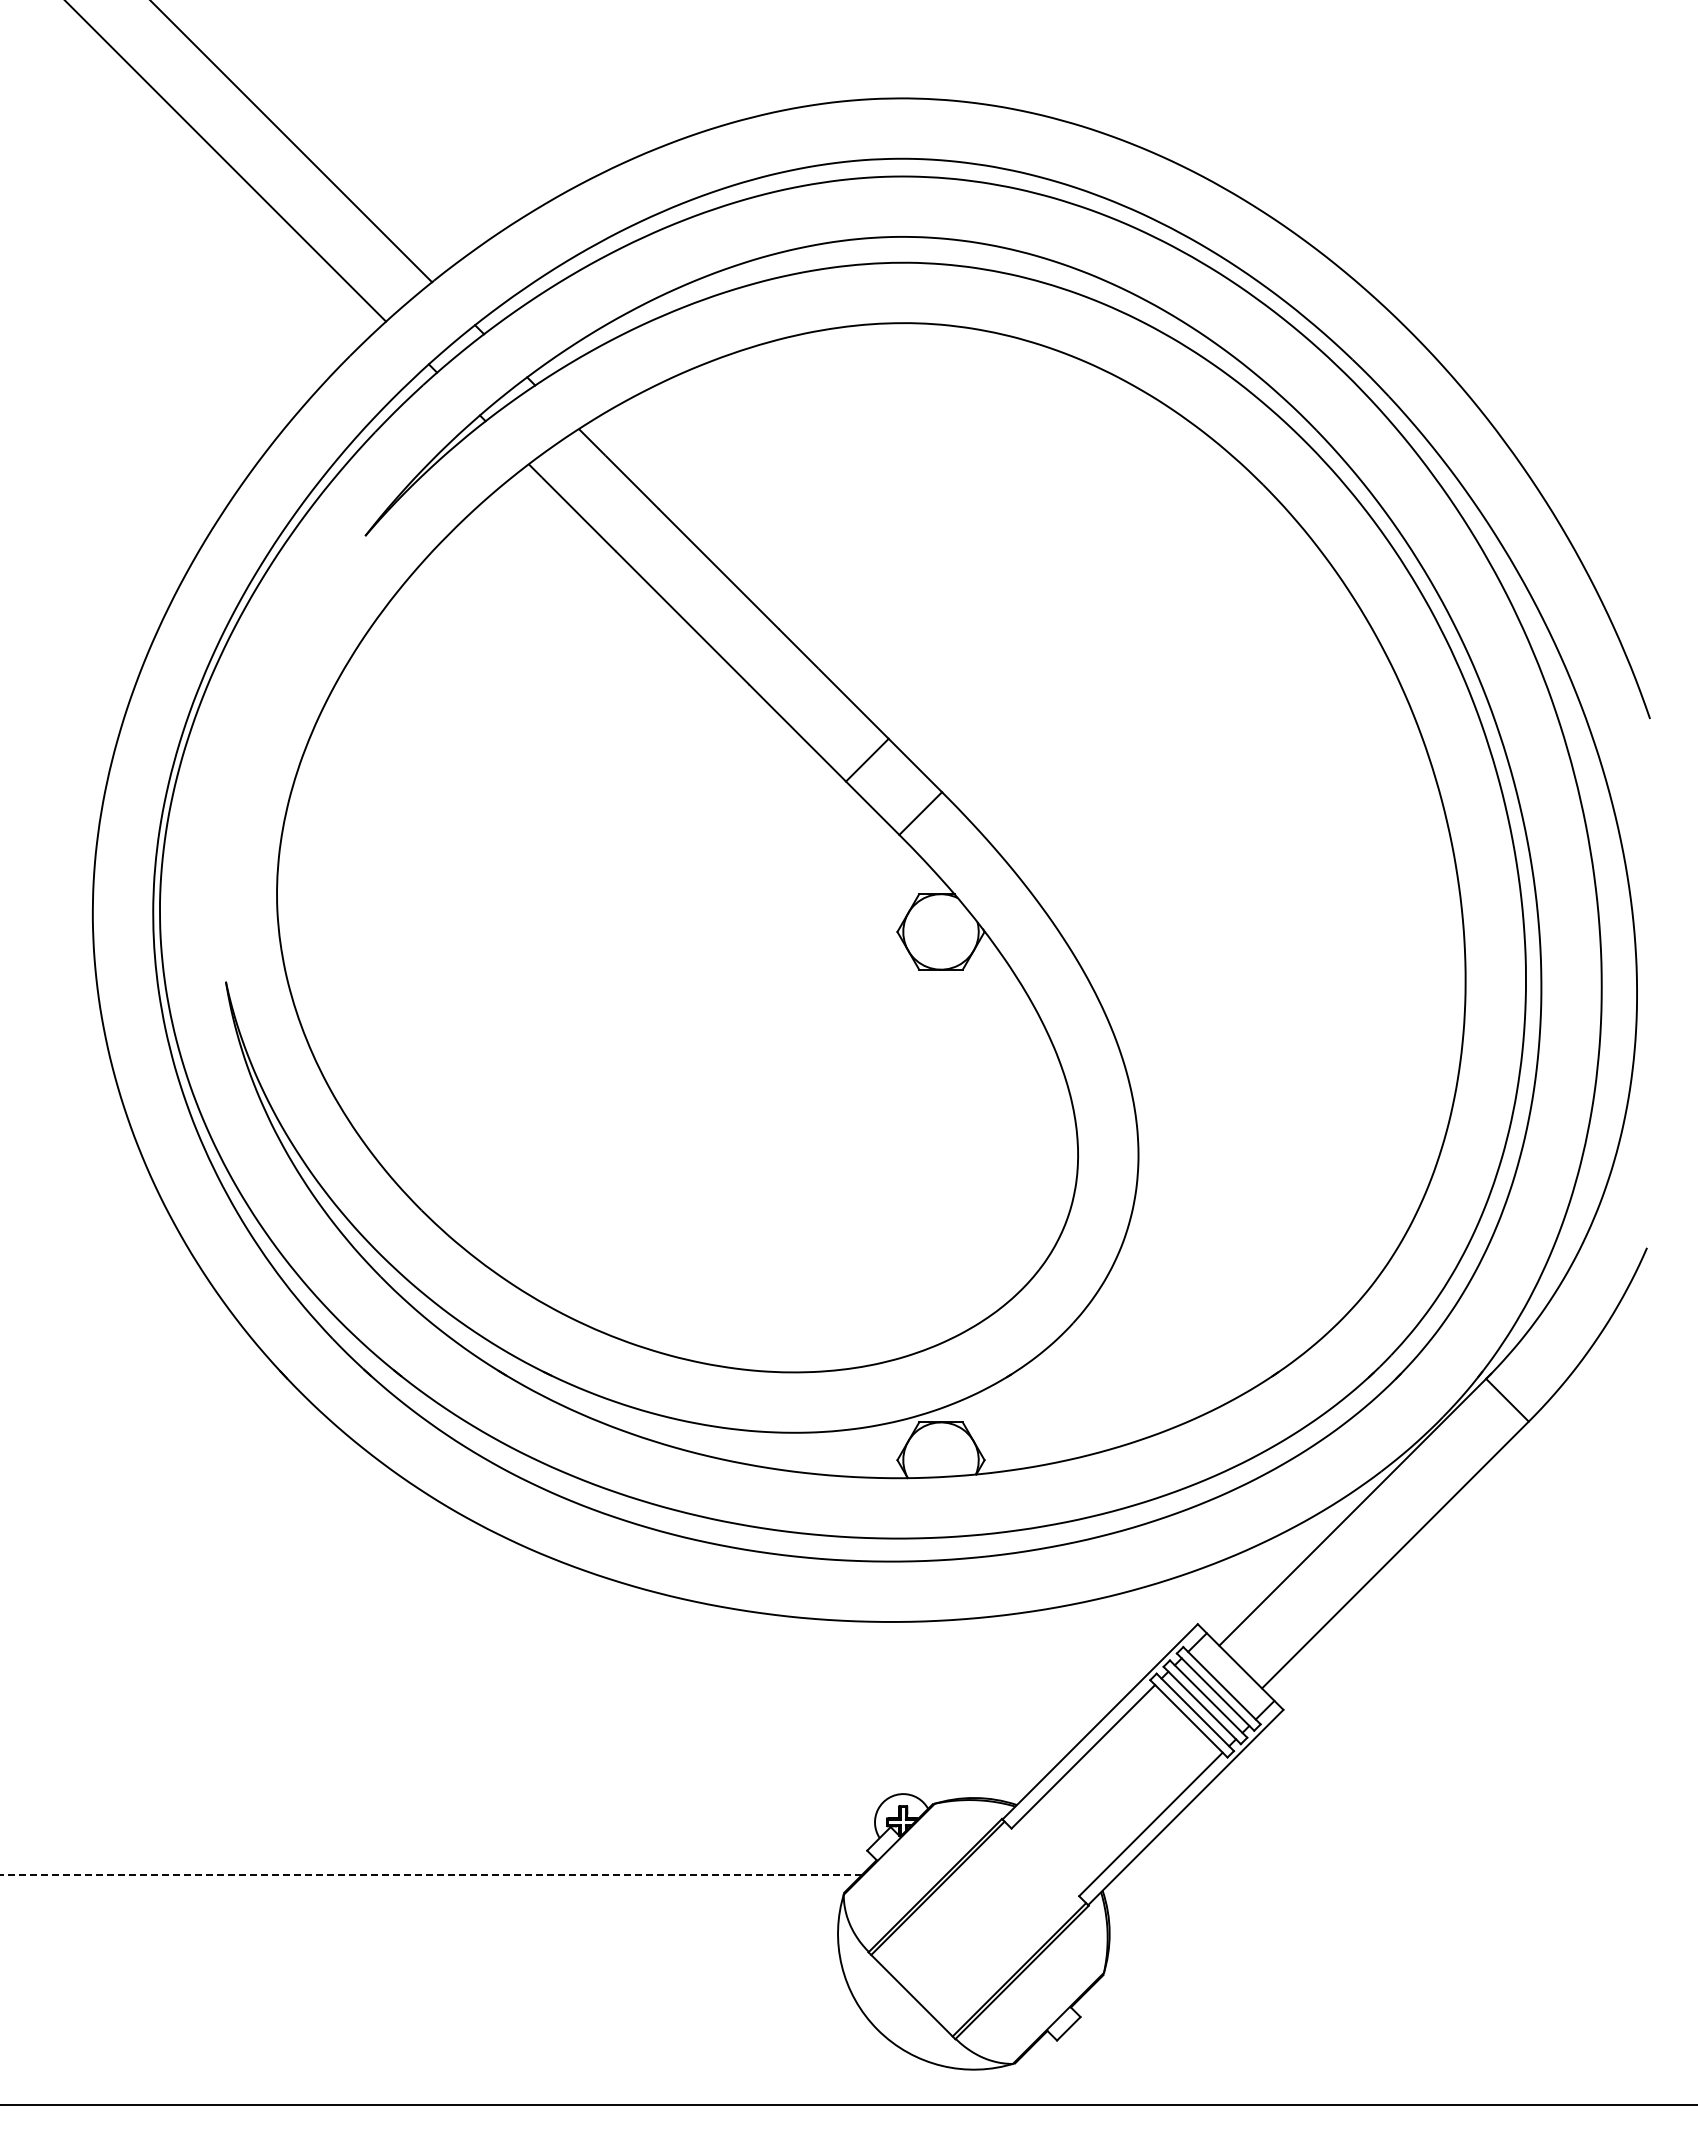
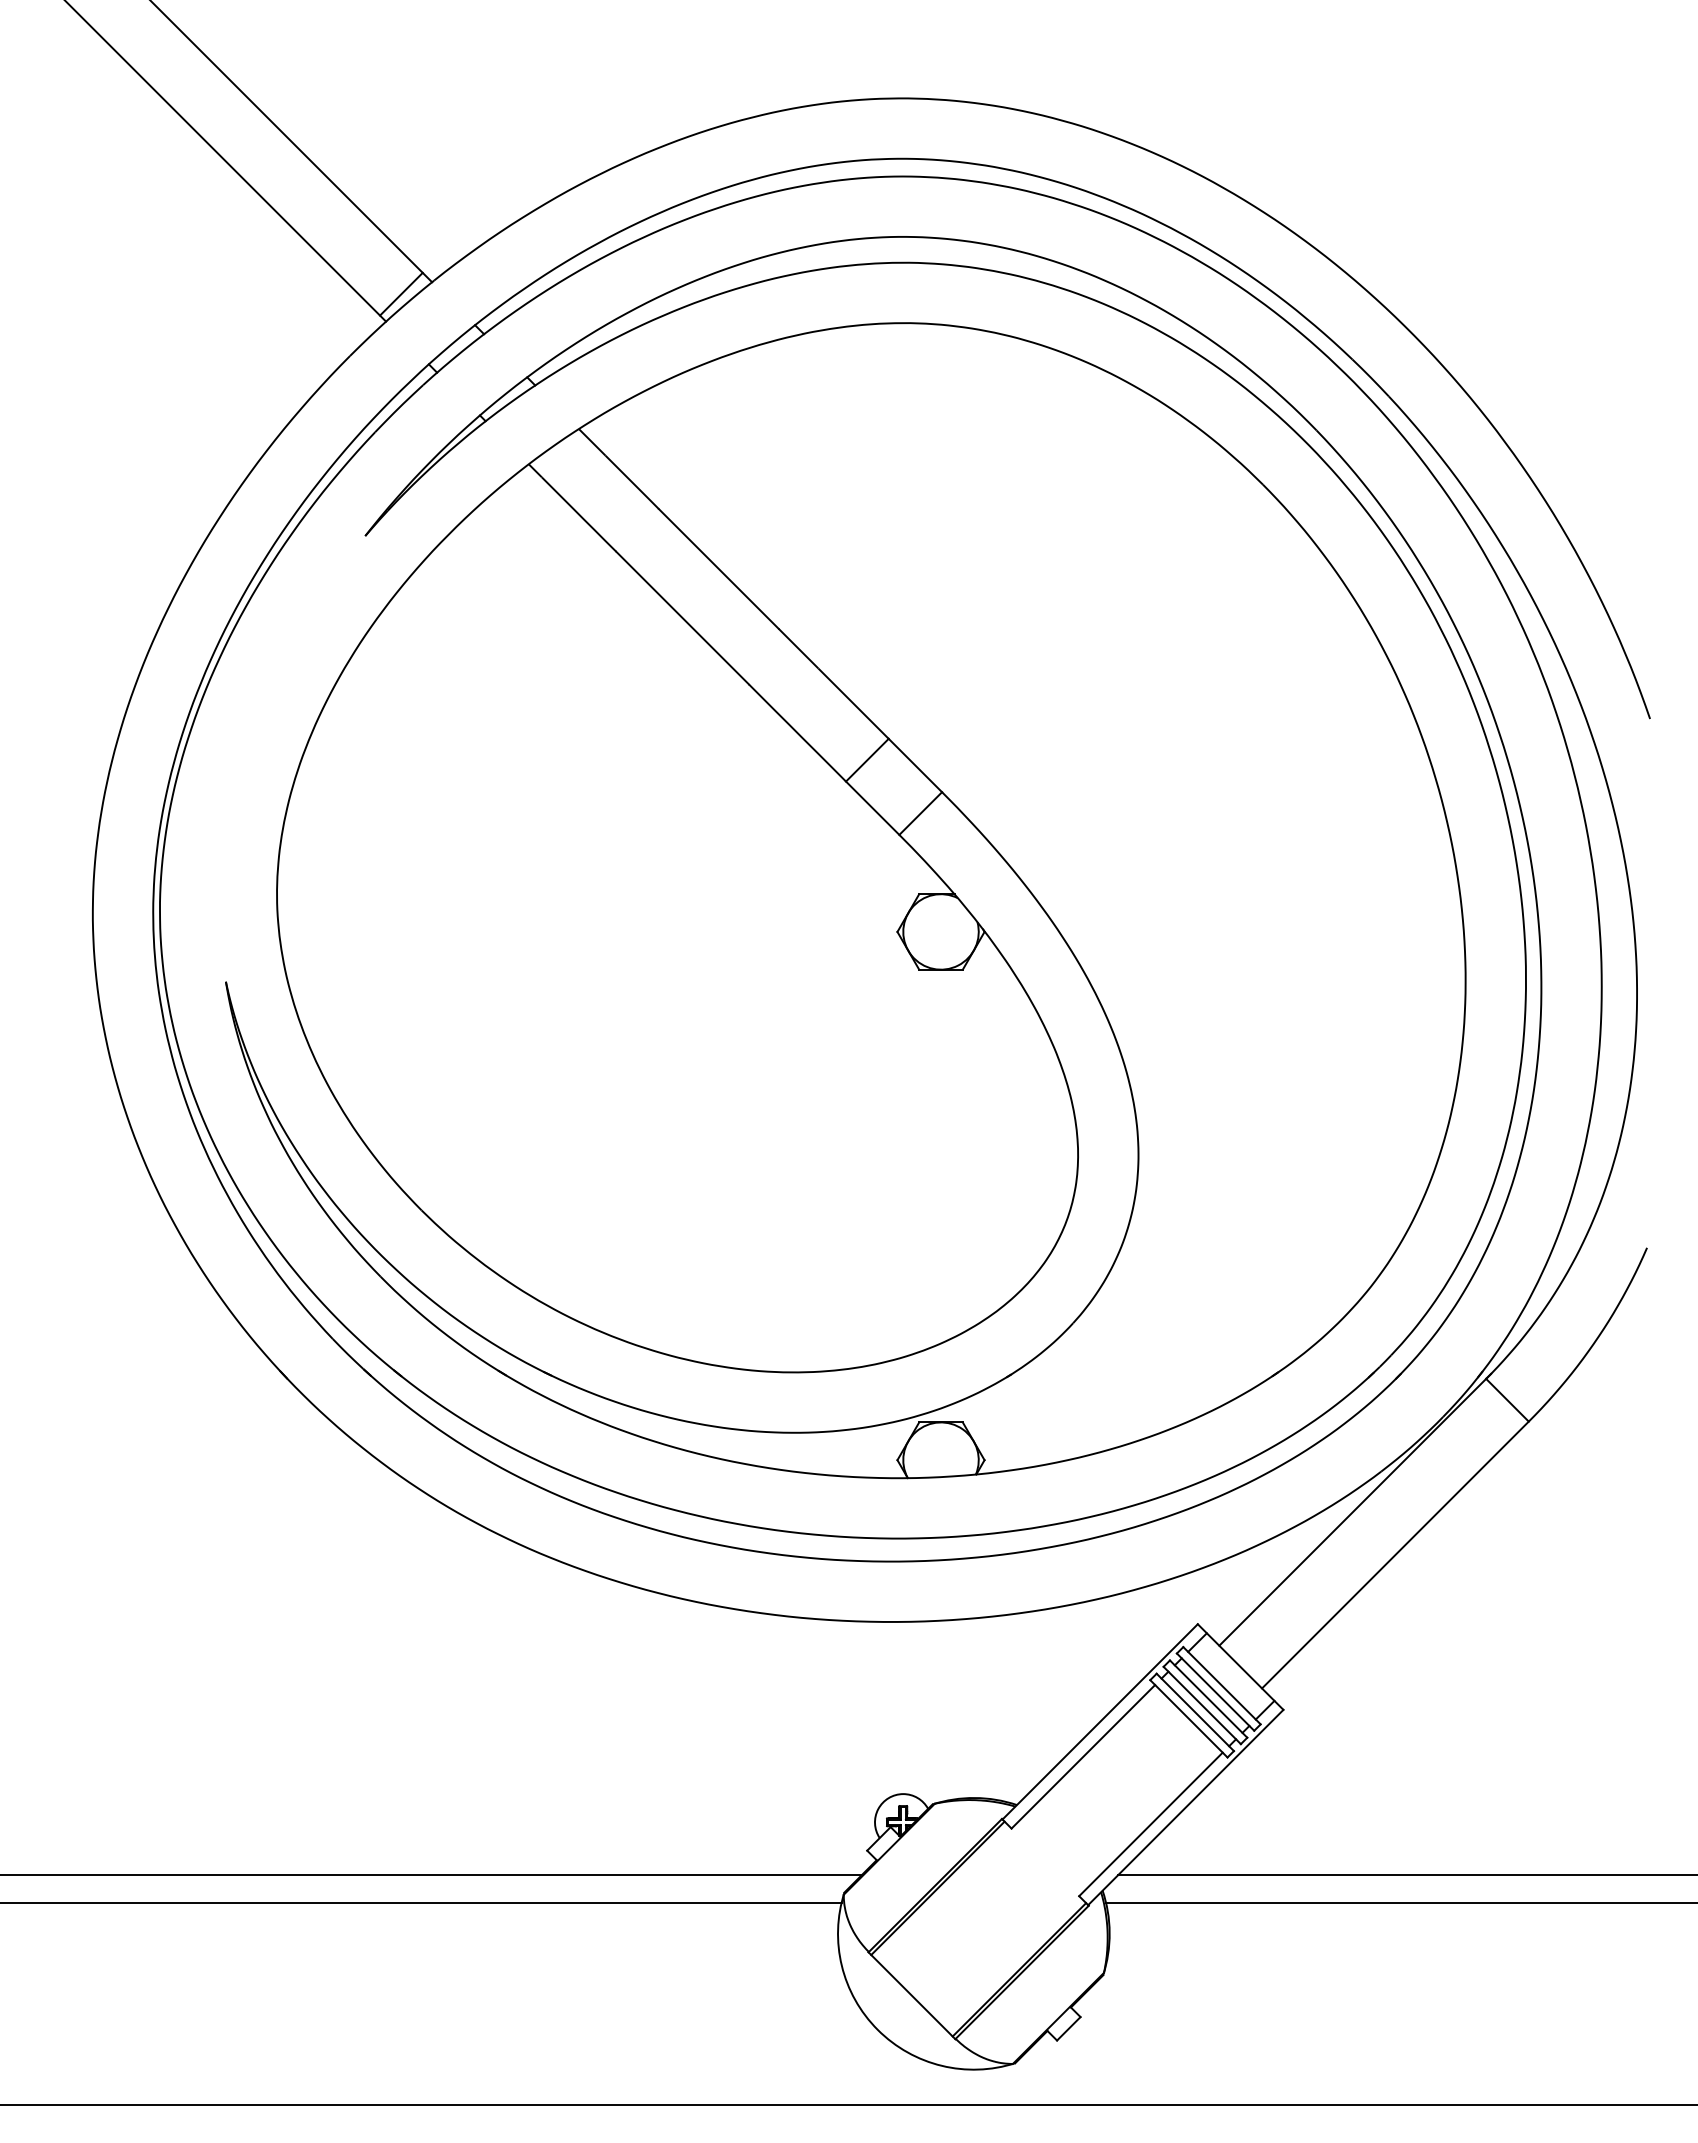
line at (401, 293): none -> present
line at (430, 1875): dashed -> solid
line at (1406, 1875): none -> present
line at (421, 1903): none -> present
line at (1400, 1903): none -> present
